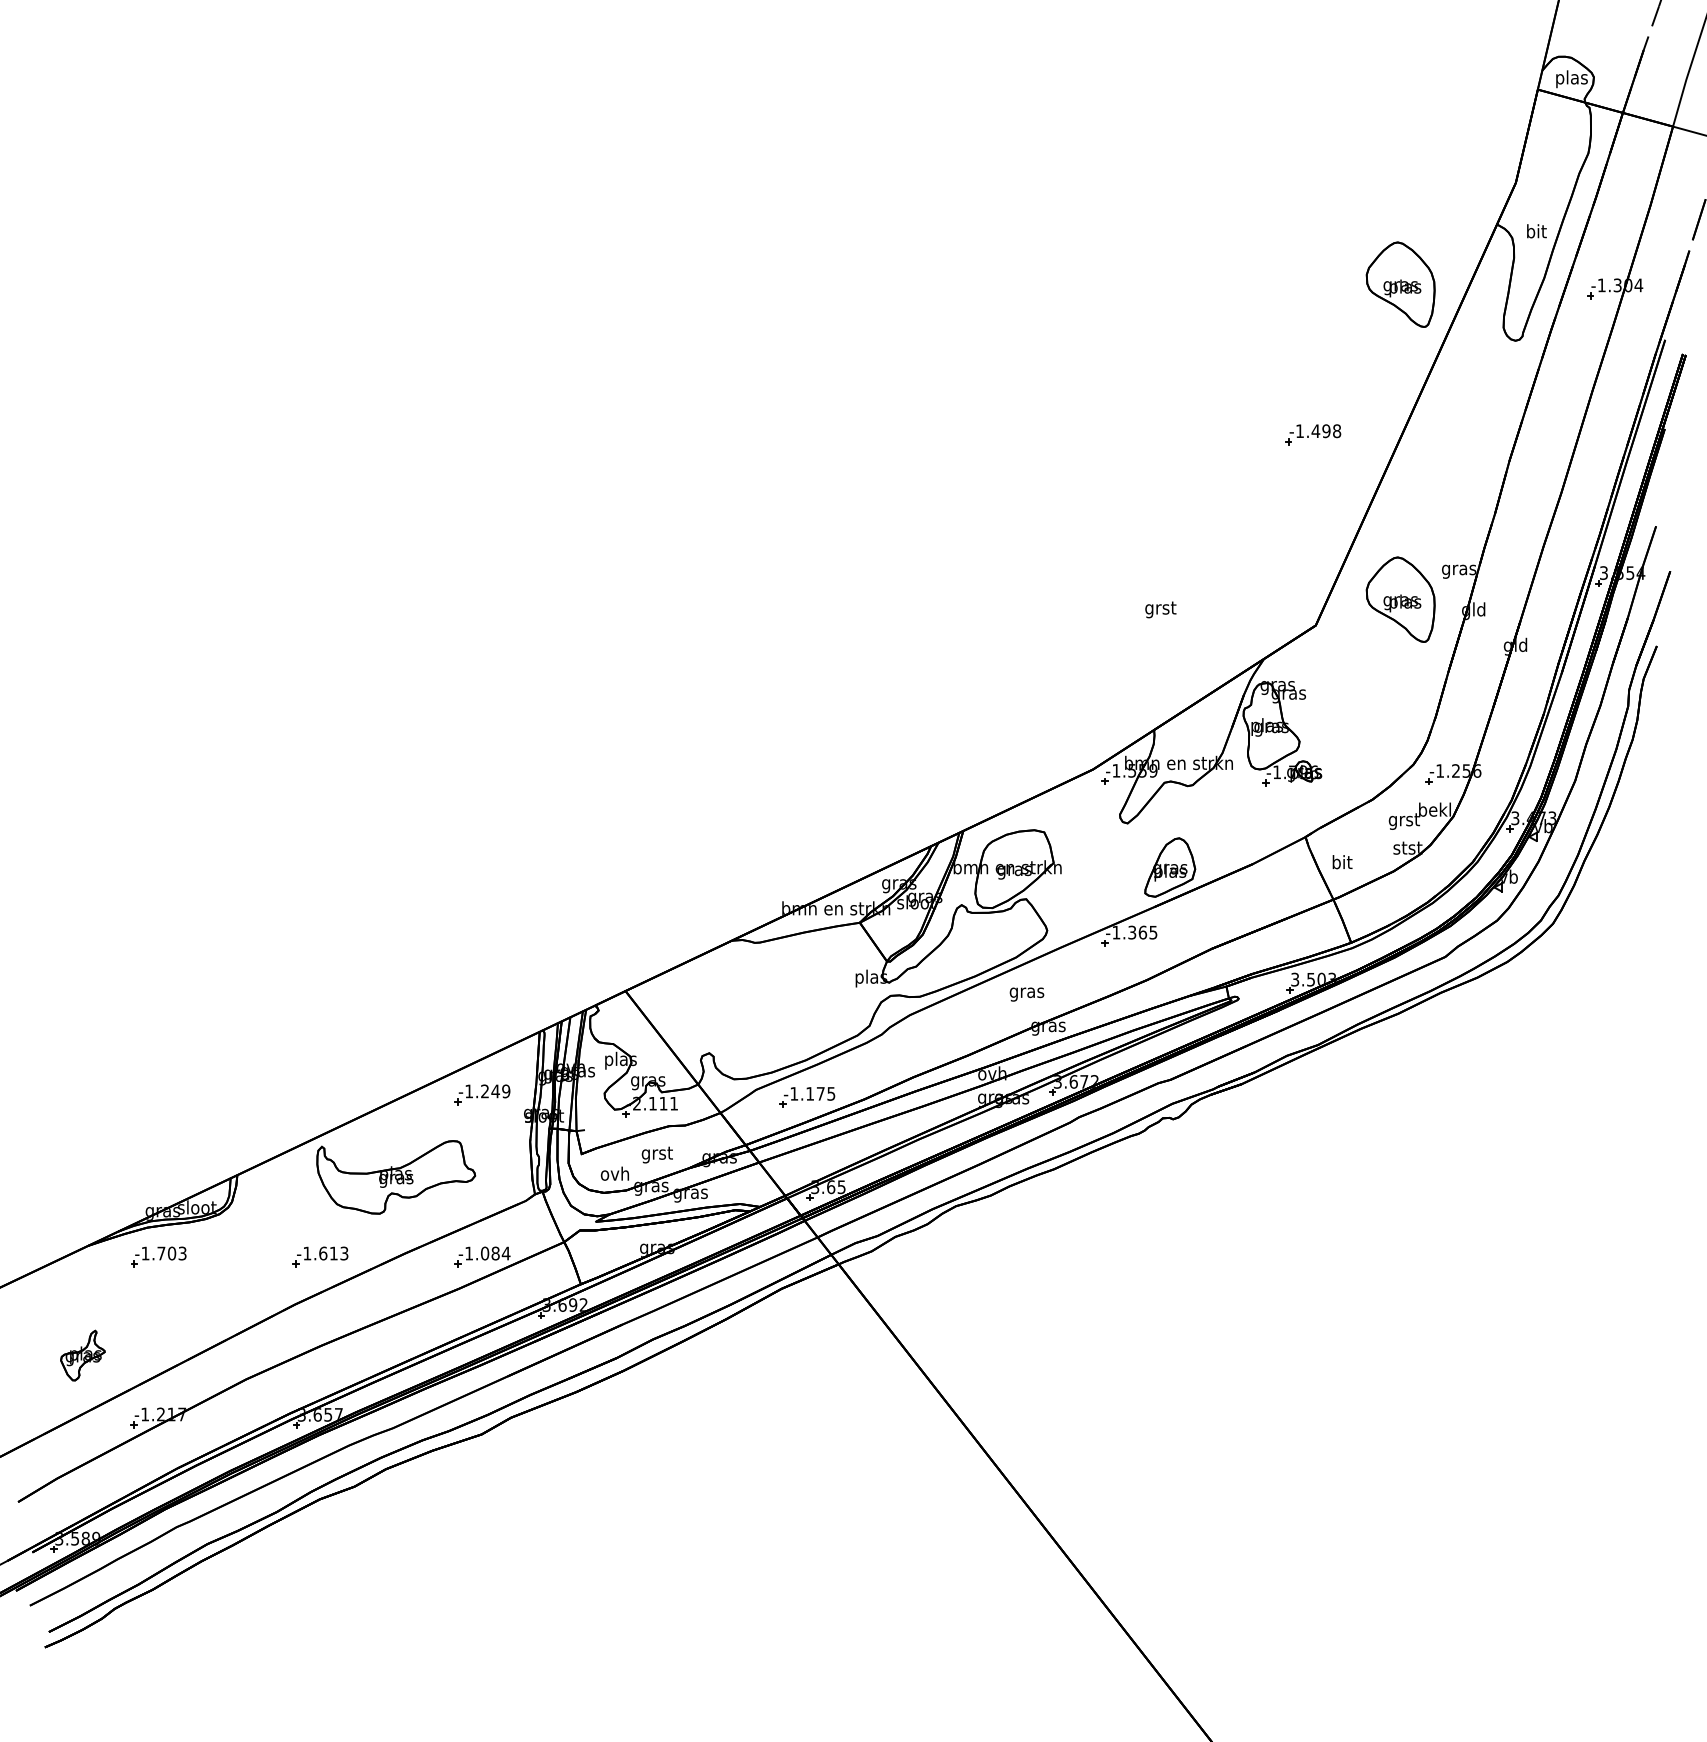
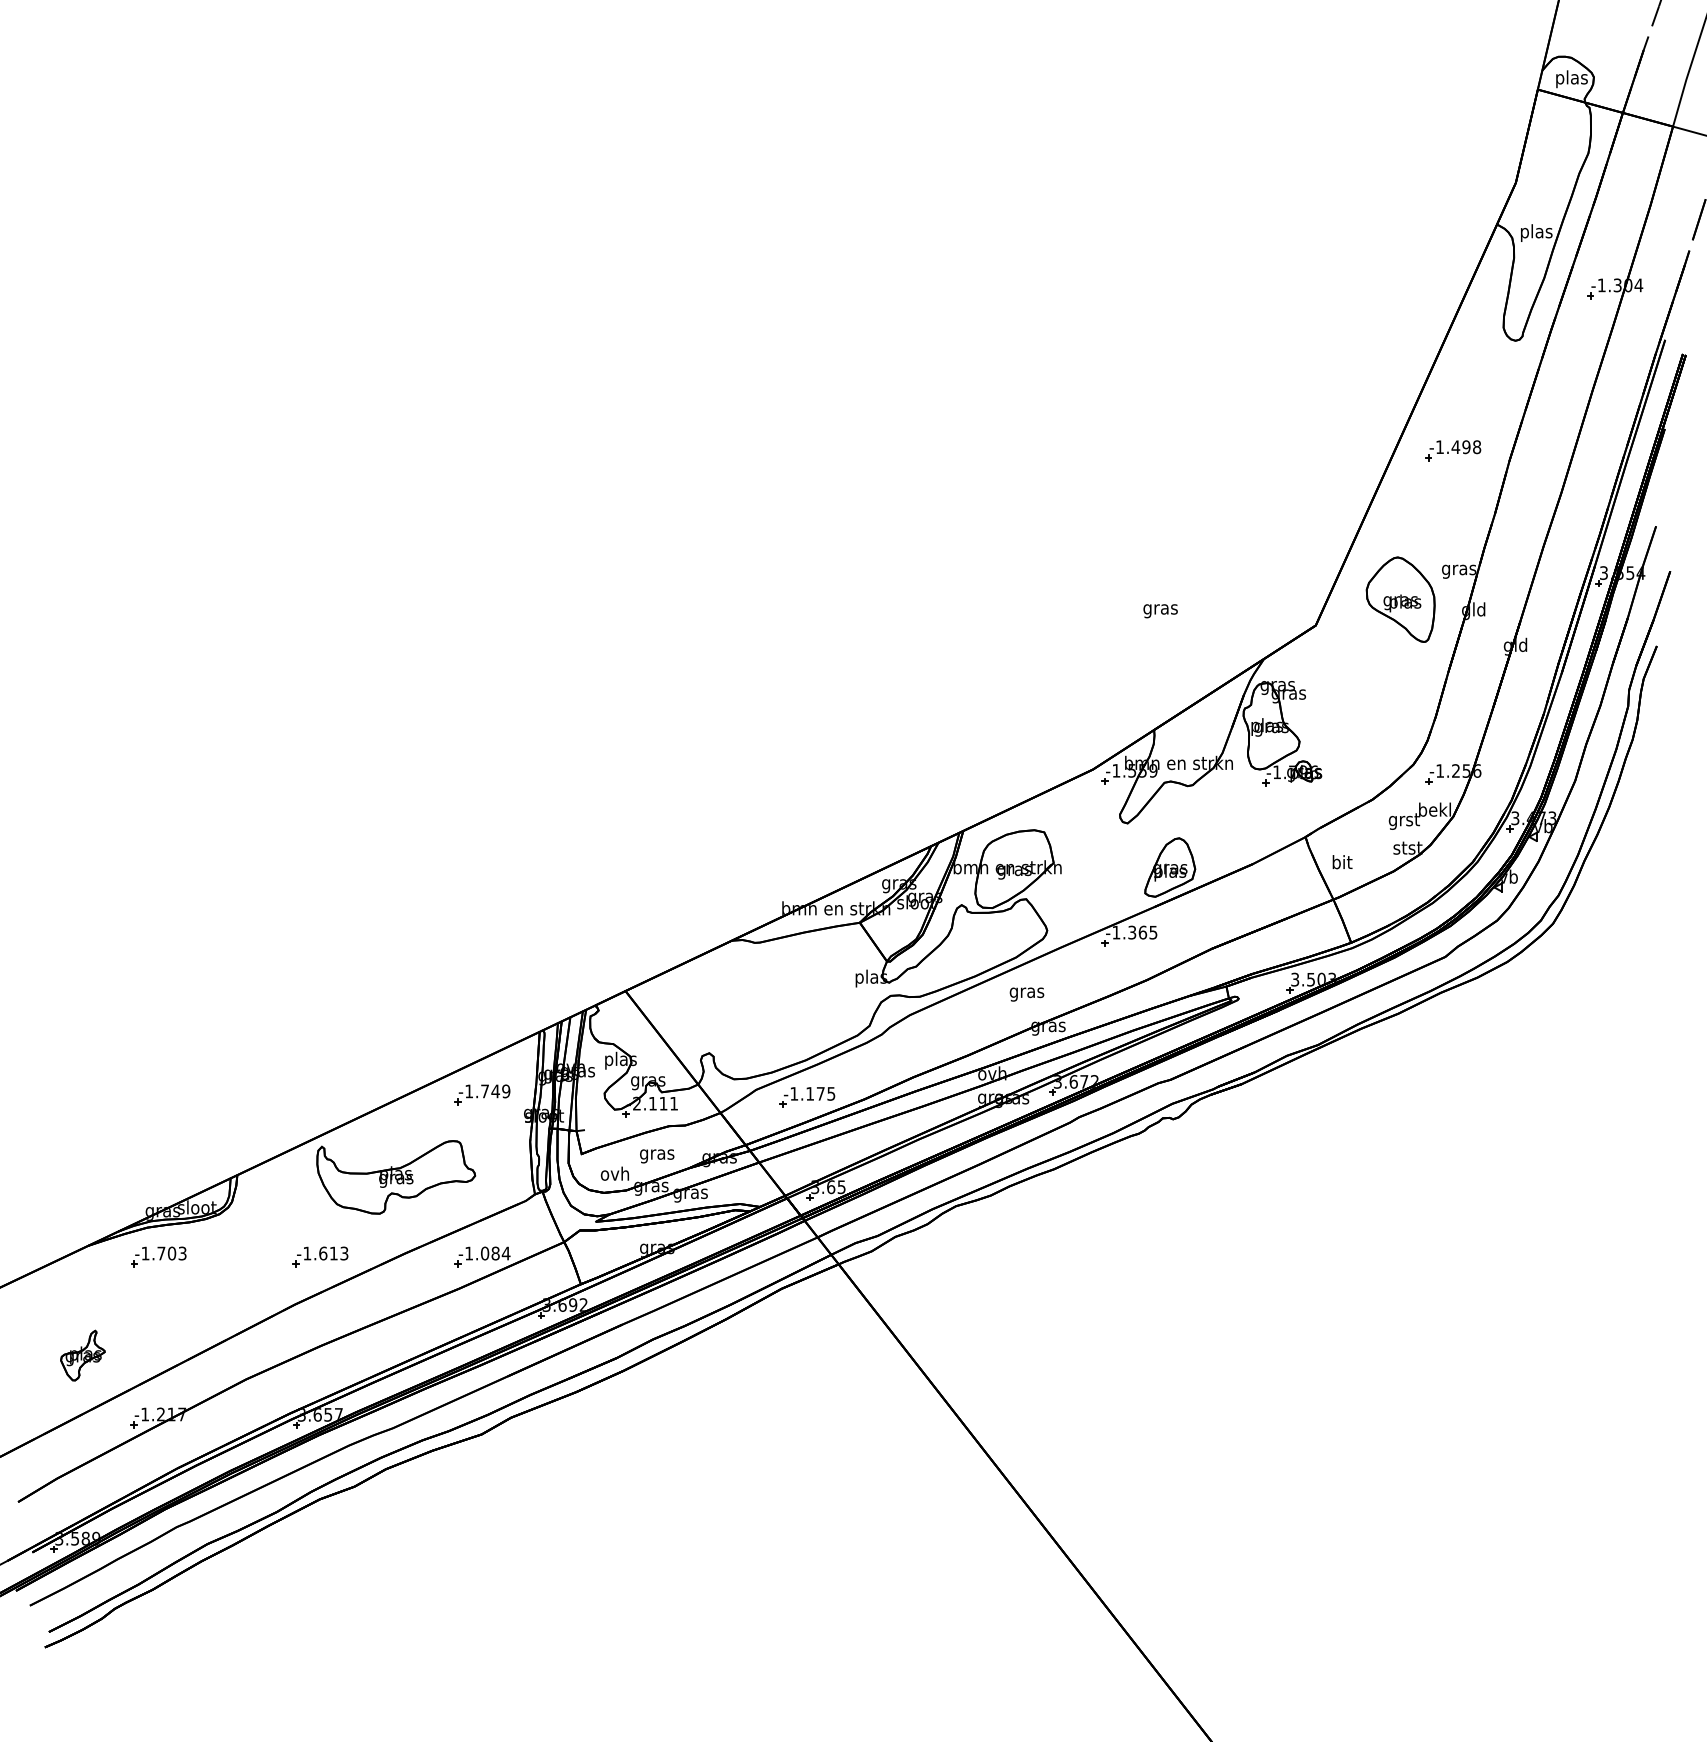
text at (1536, 232): bit -> plas
part at (1400, 284): present -> none
part at (1313, 434) position: (1313, 434) -> (1453, 450)
text at (1160, 609): grst -> gras
text at (484, 1091): -1.249 -> -1.749
text at (657, 1154): grst -> gras
